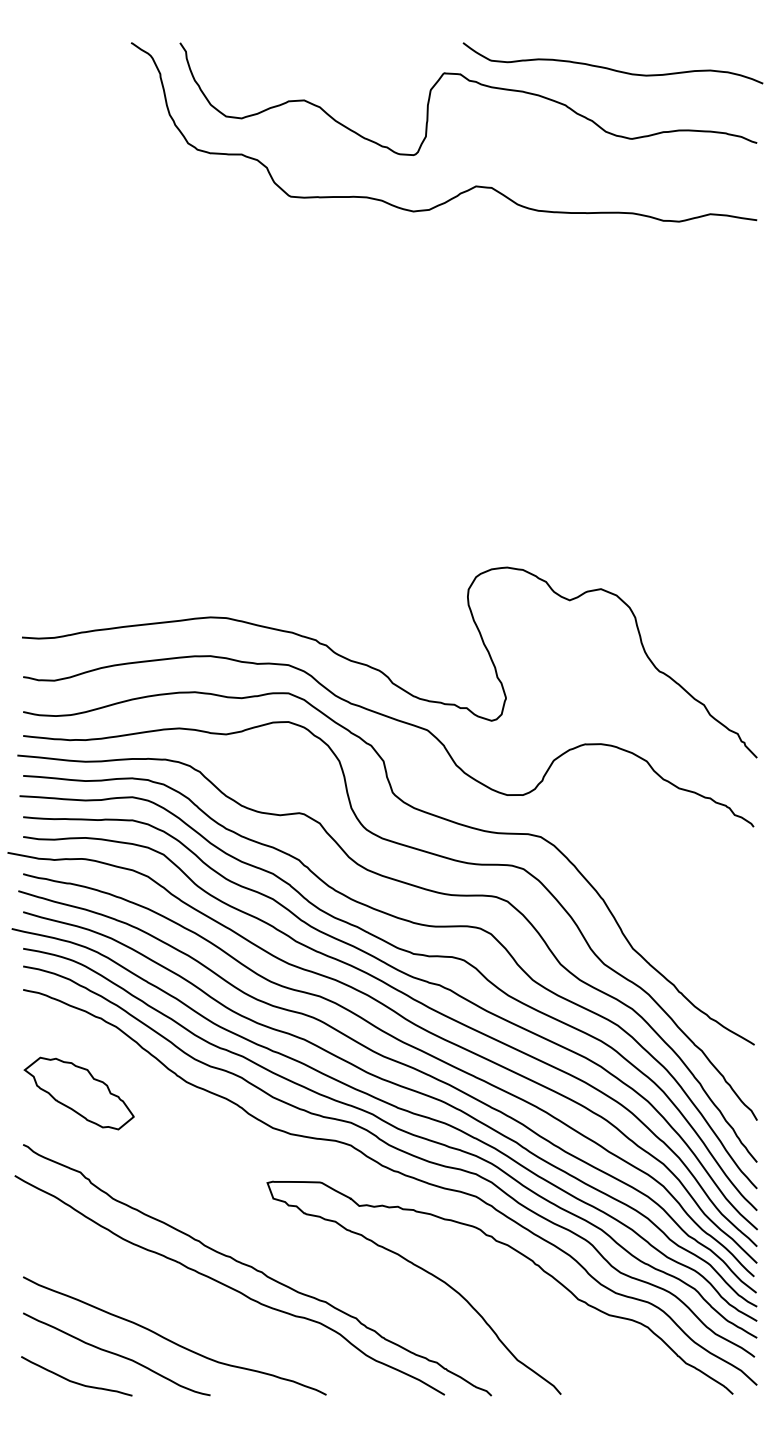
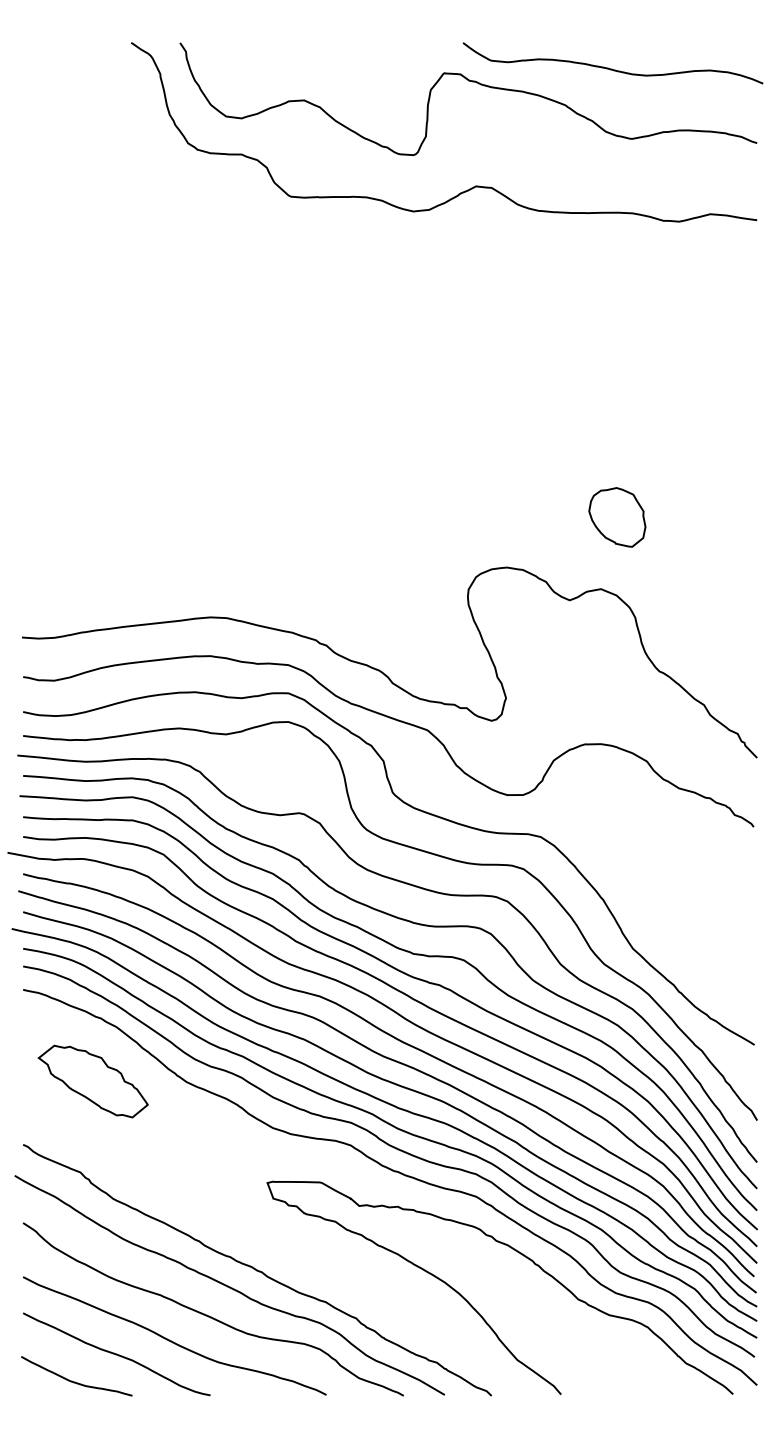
part at (617, 517): none -> present
part at (78, 1093) position: (78, 1093) -> (92, 1081)
curve at (209, 1315): none -> present
